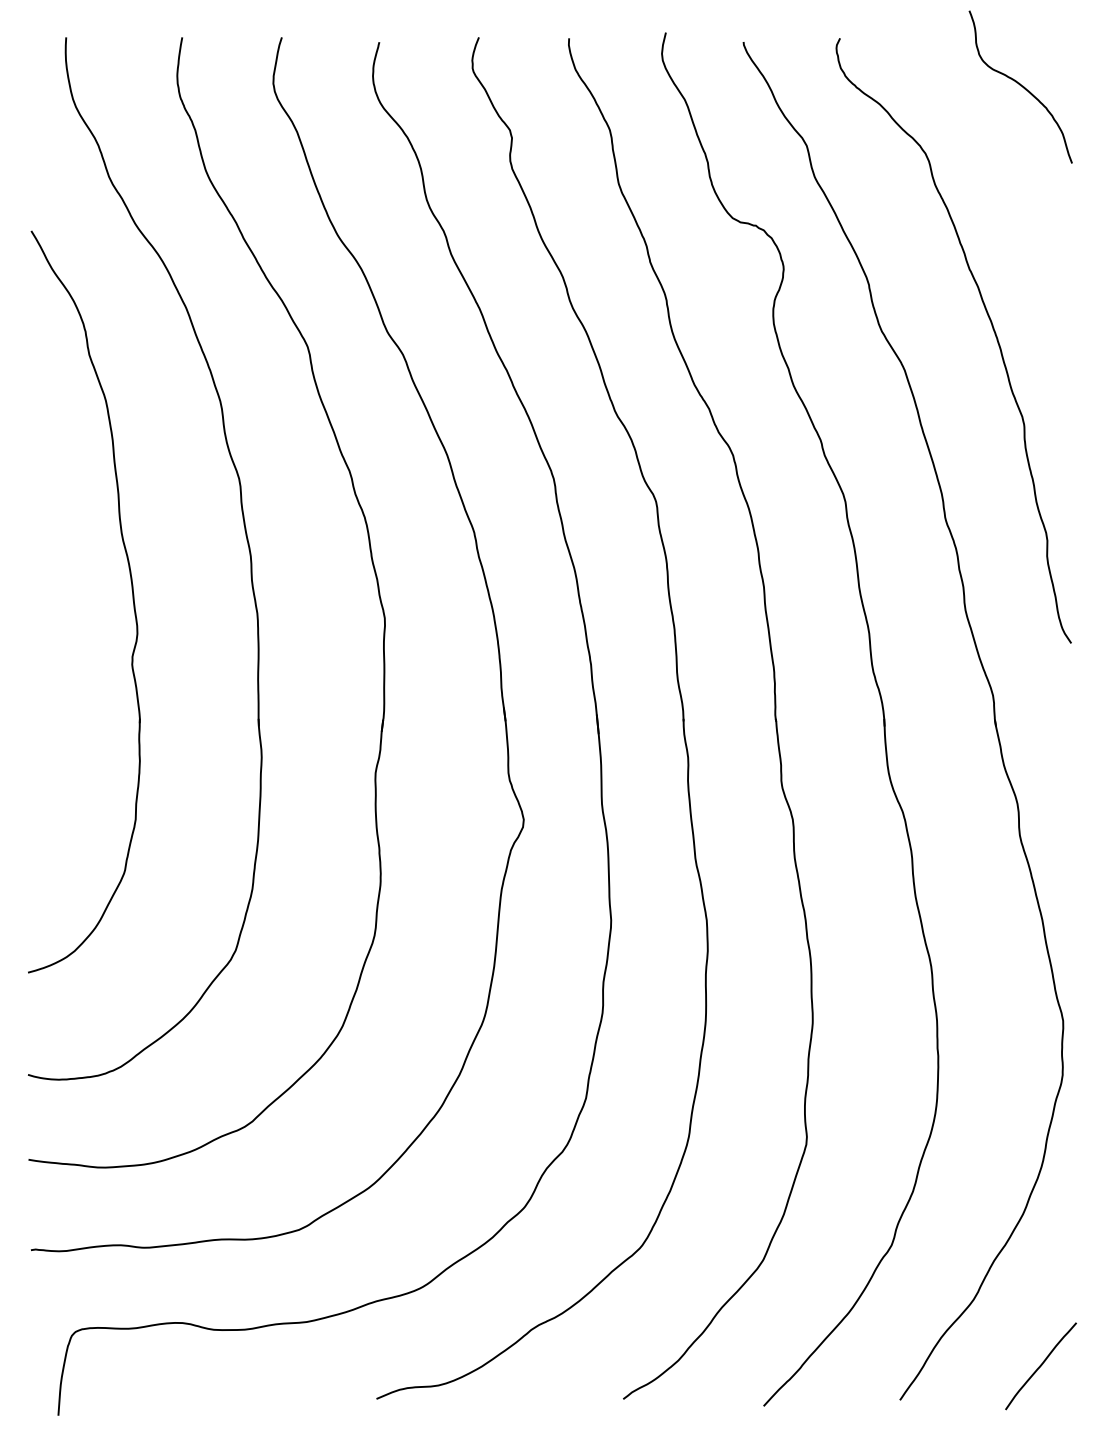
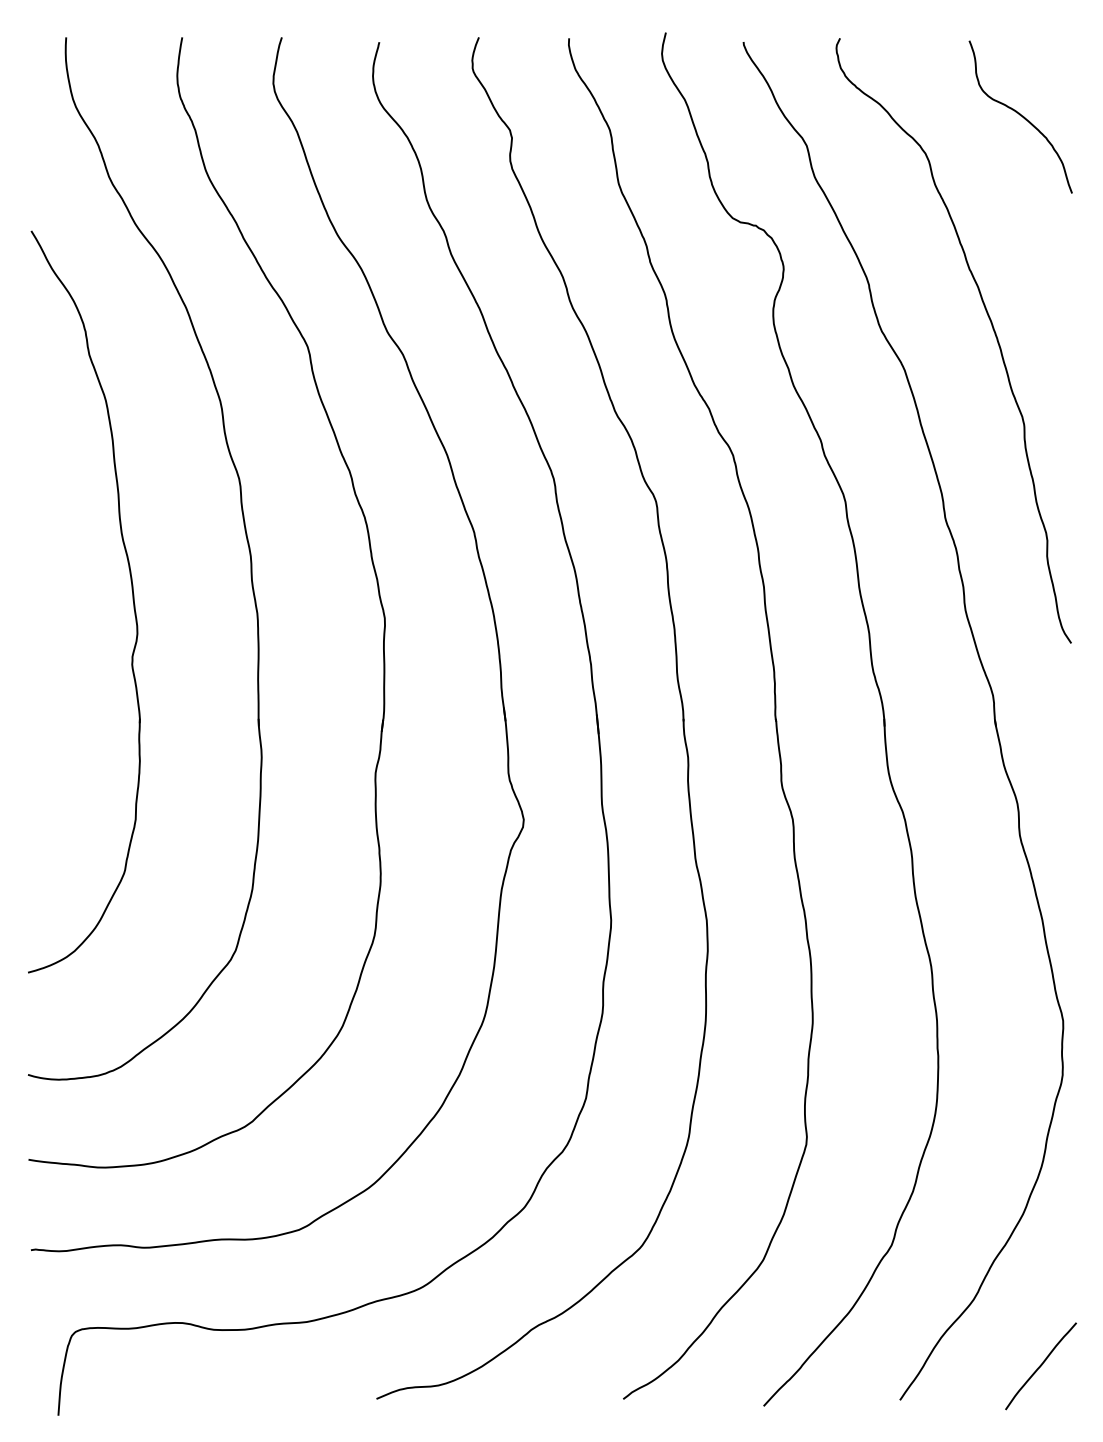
curve at (1020, 86) position: (1020, 86) -> (1020, 116)
